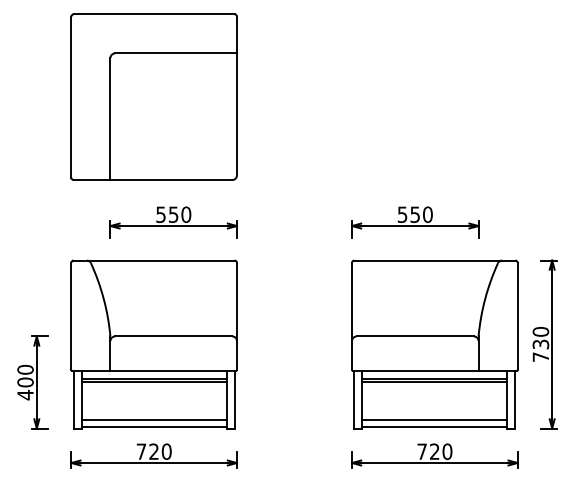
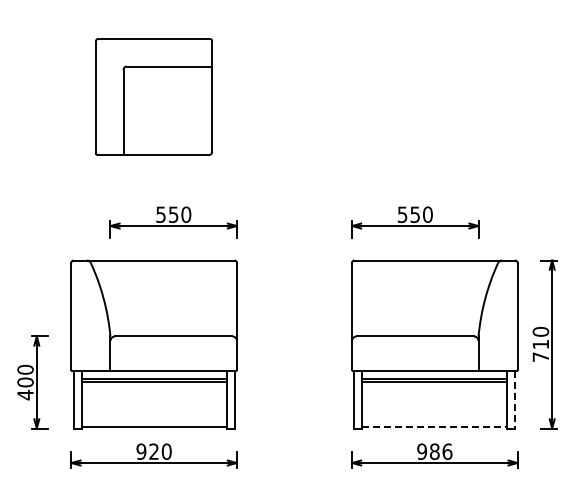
part at (153, 96) size: 168x168 px -> 118x118 px
text at (540, 344): 730 -> 710
line at (515, 399): solid -> dashed
line at (153, 420): present -> none
line at (434, 420): present -> none
line at (435, 427): solid -> dashed
text at (141, 451): 720 -> 920
text at (434, 451): 720 -> 986
